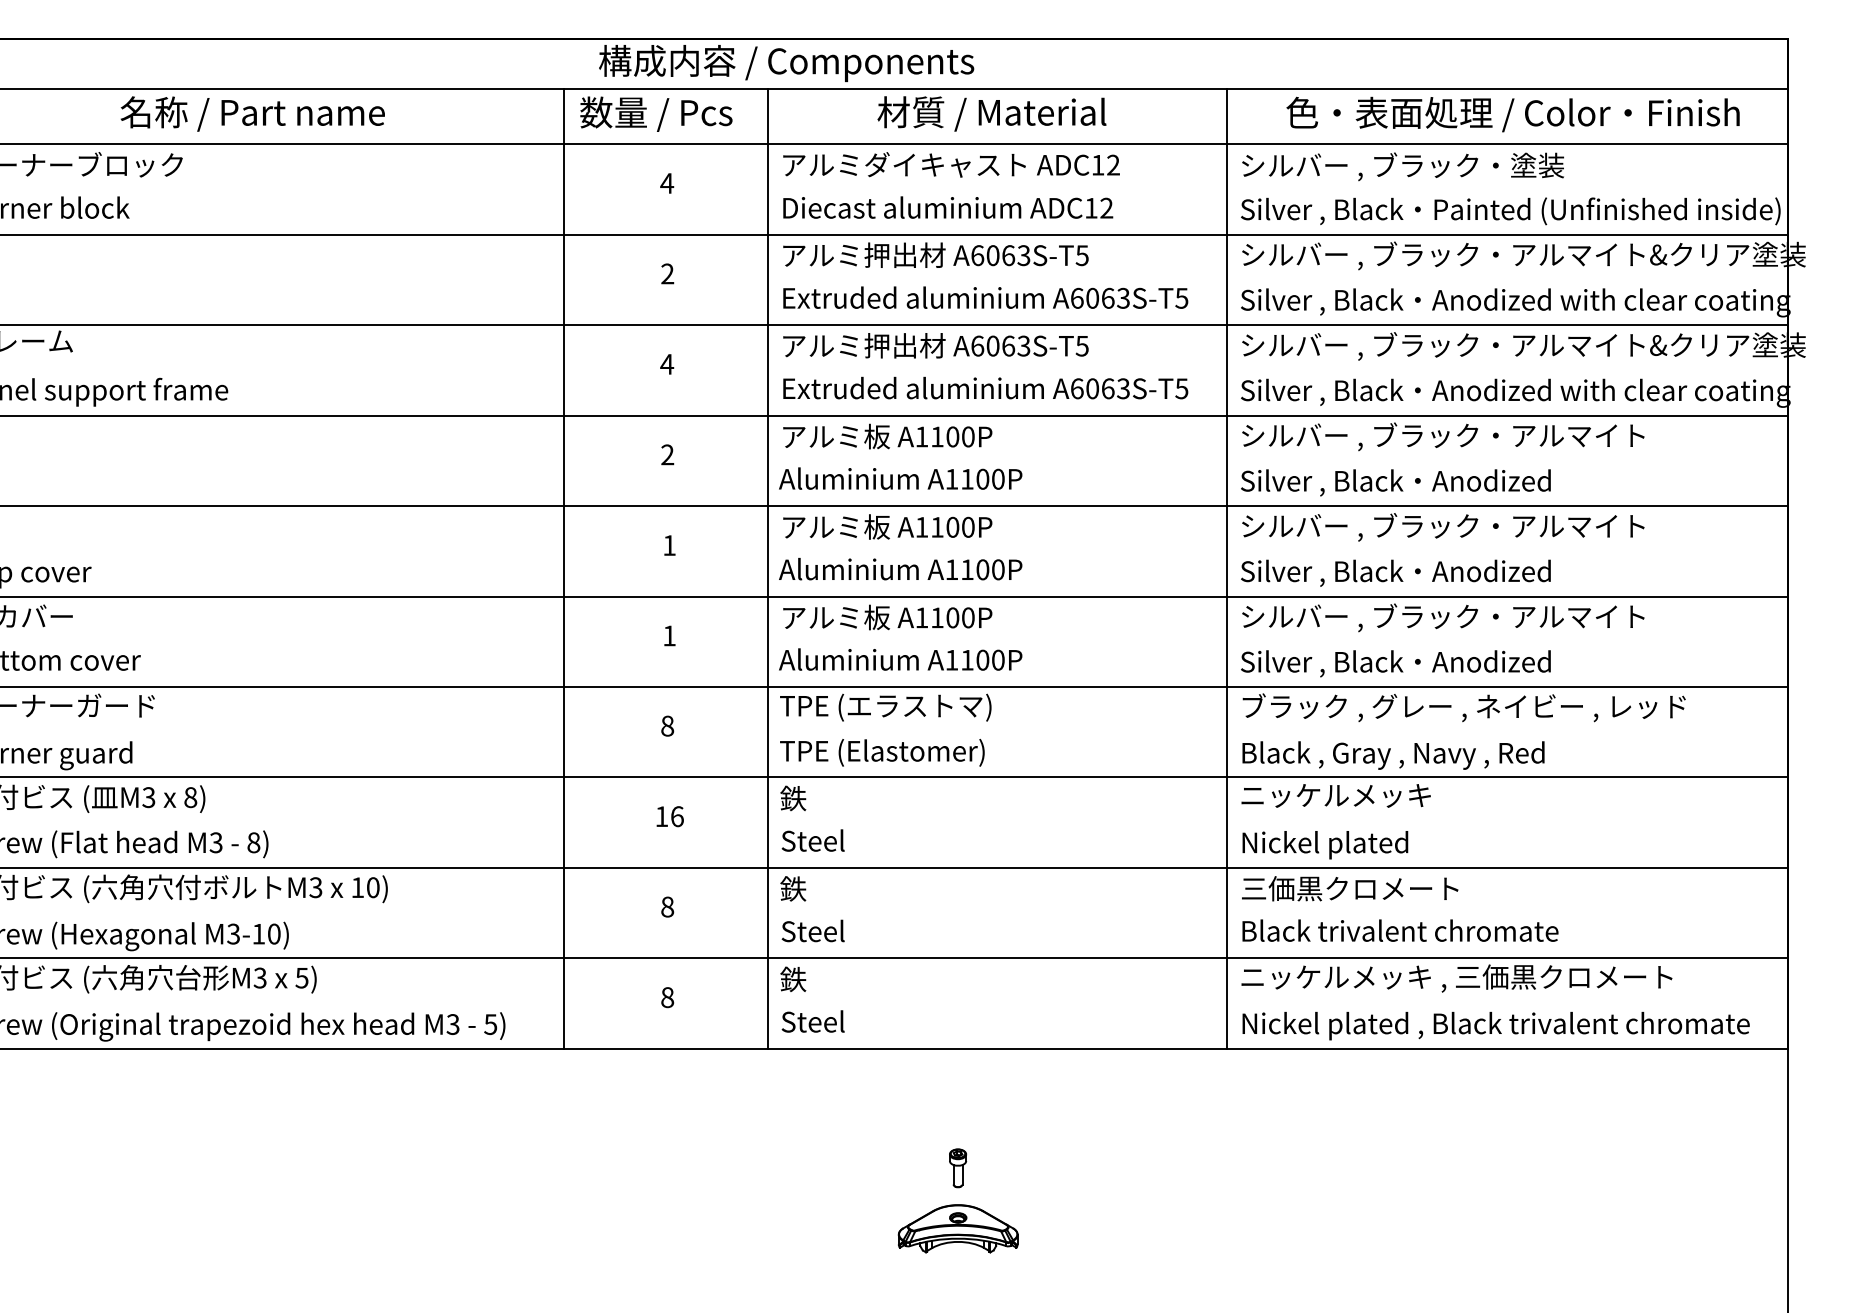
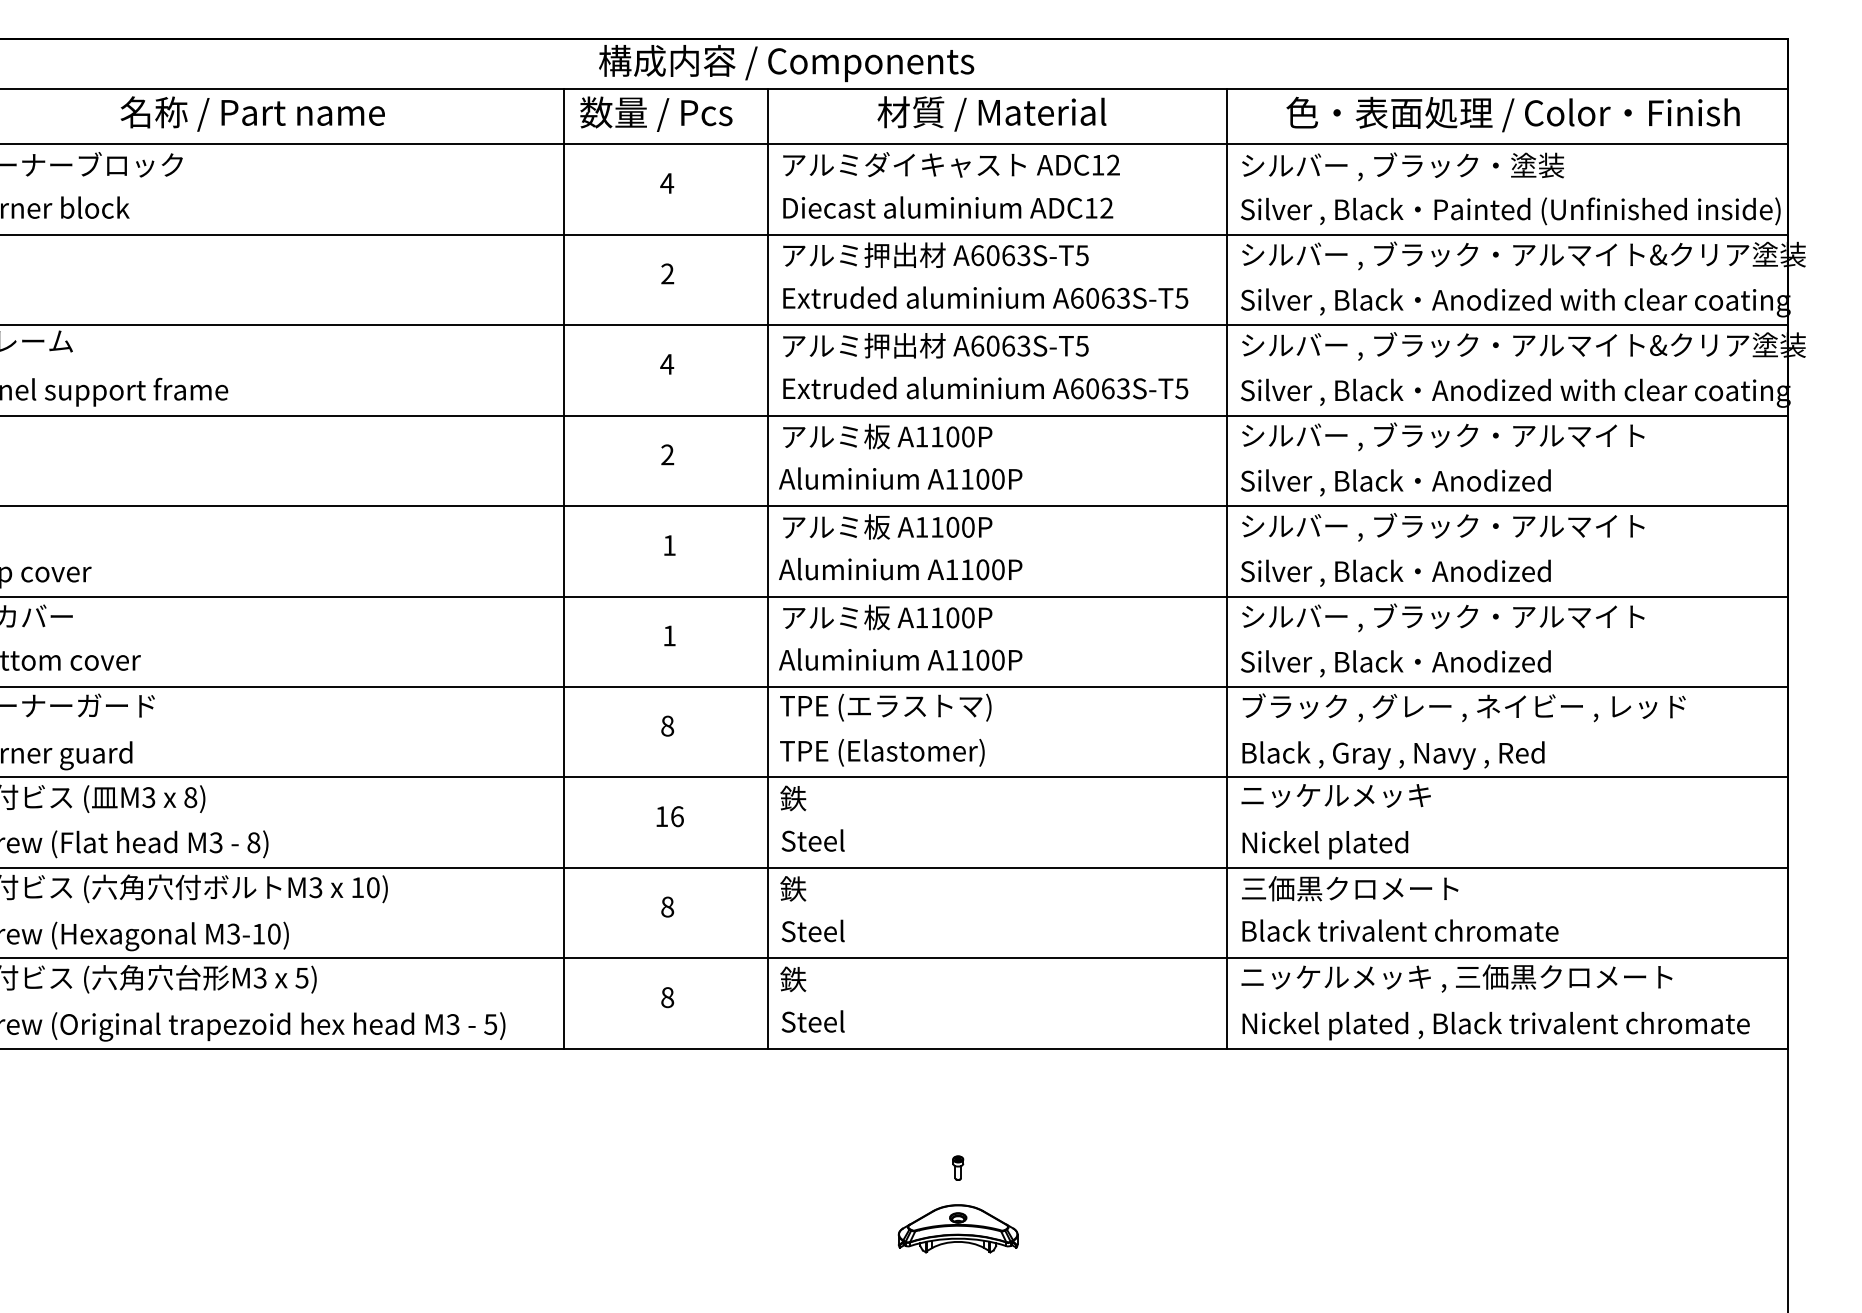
part at (958, 1168) size: 19x41 px -> 13x26 px
